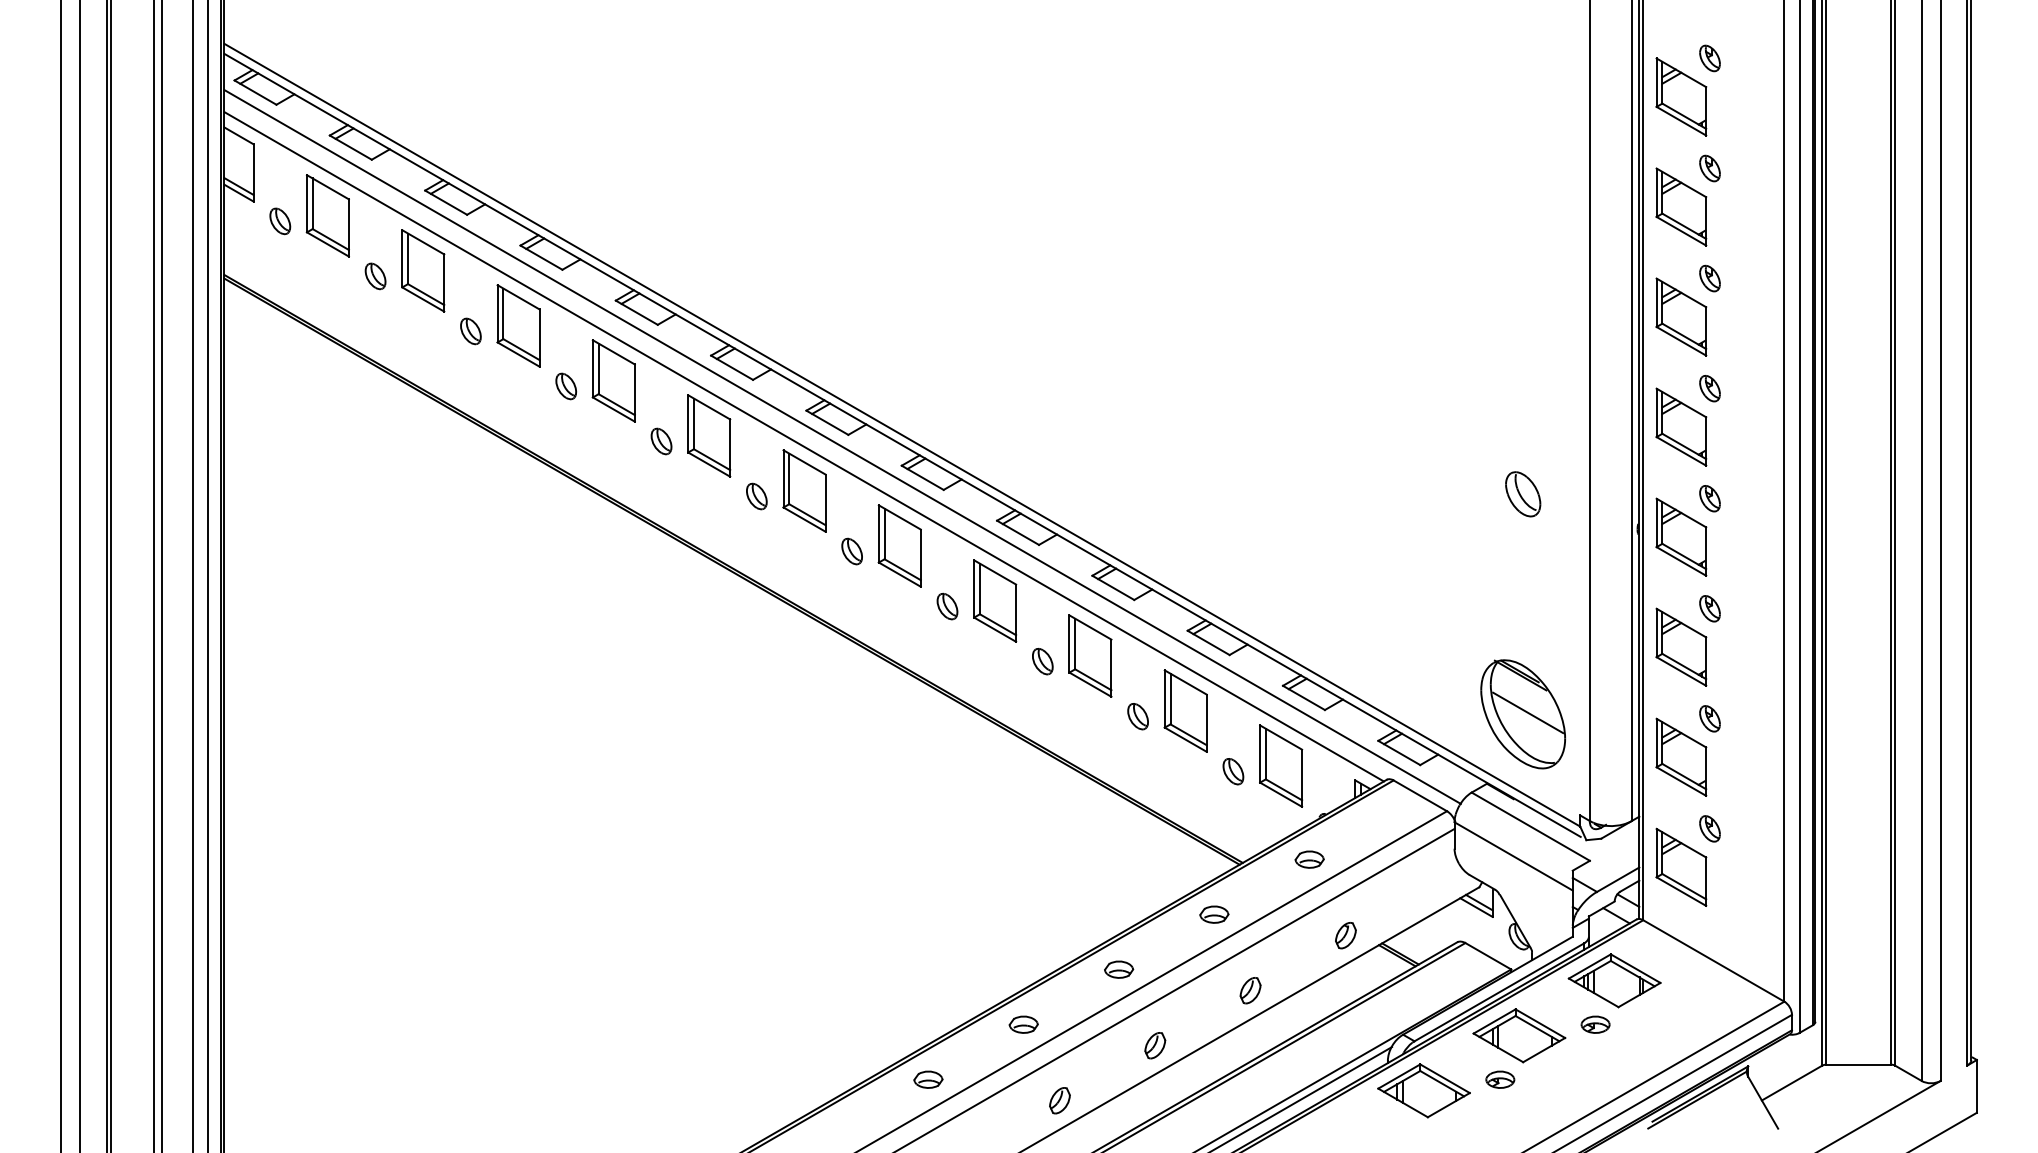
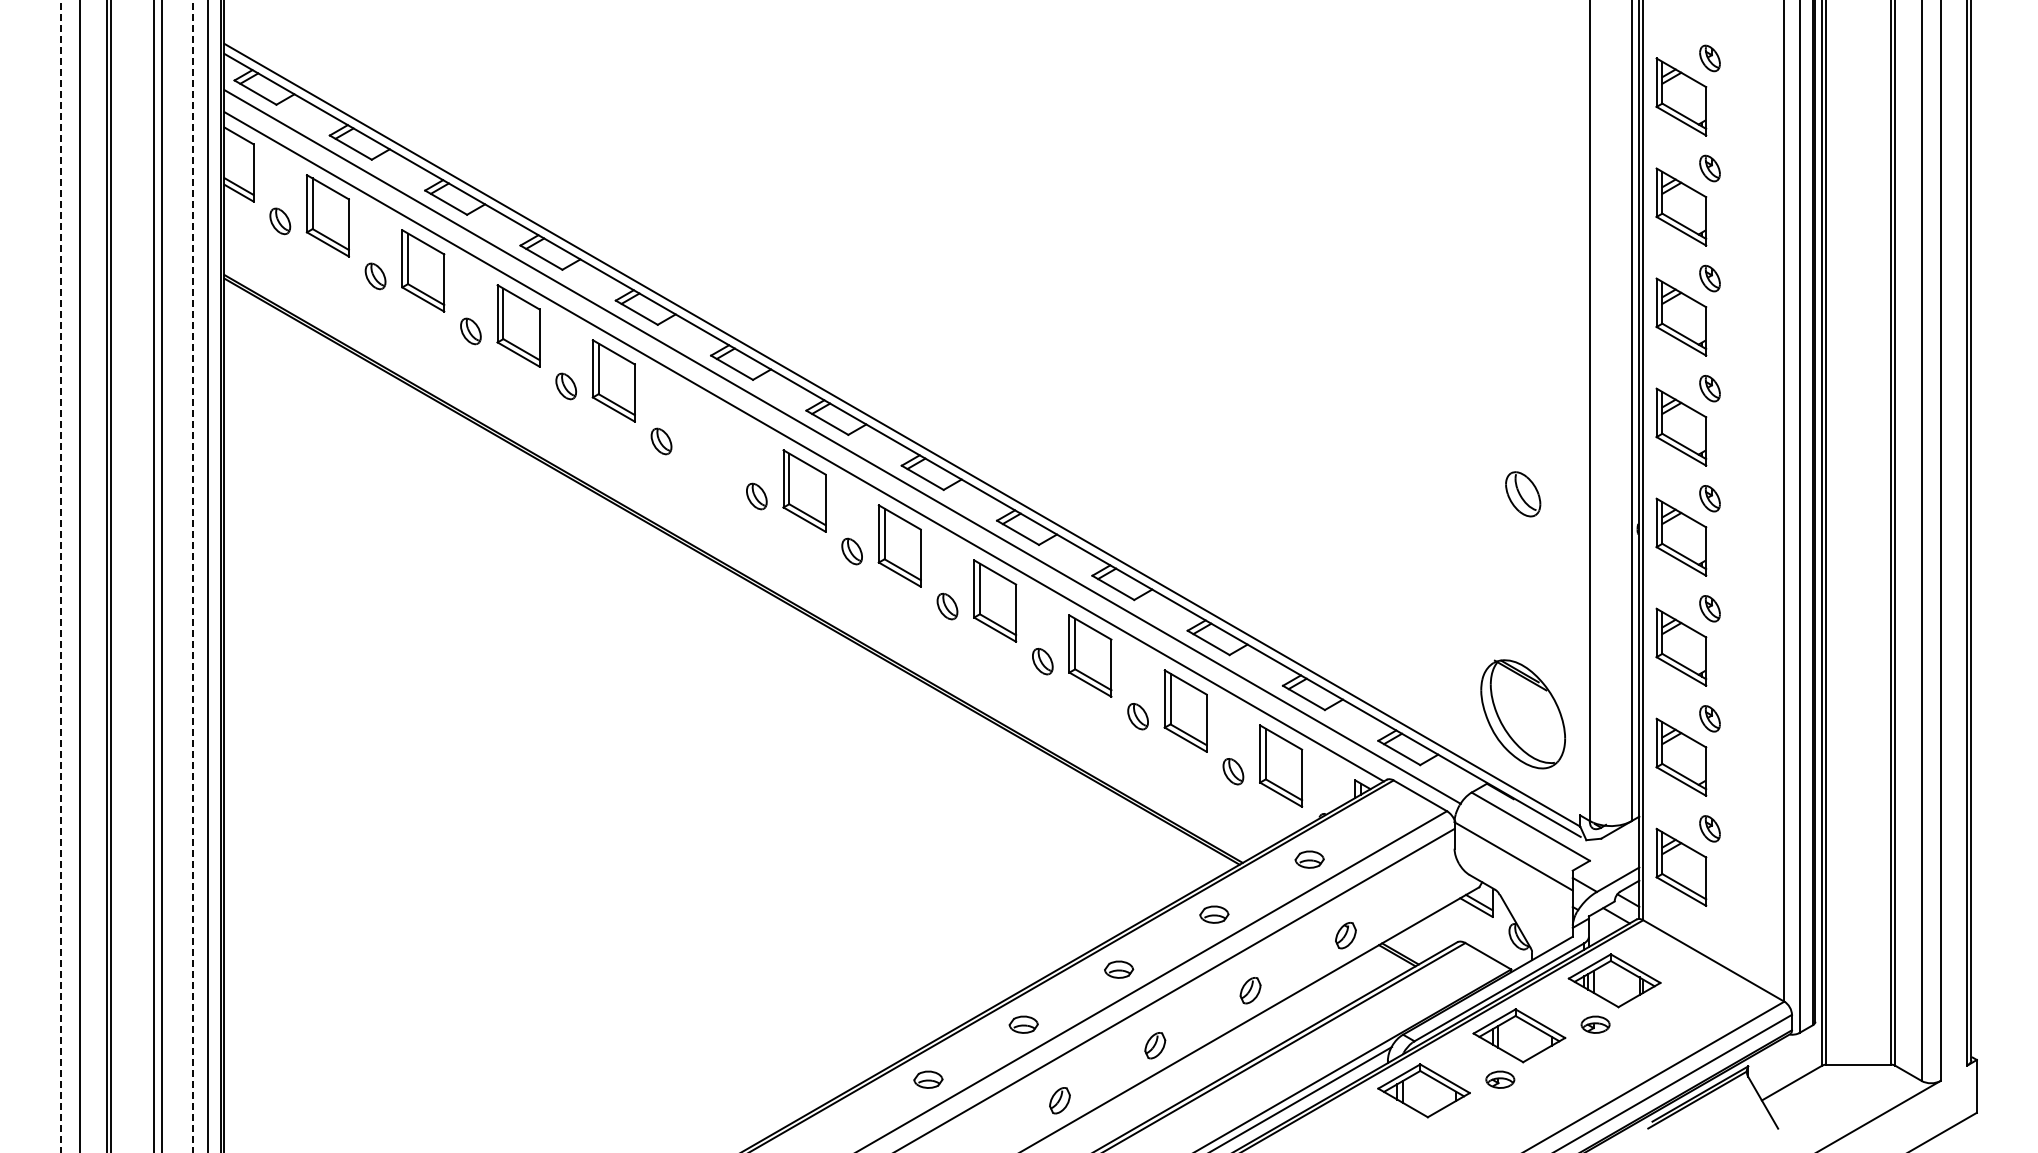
part at (709, 435): present -> none
line at (61, 576): solid -> dashed
line at (193, 576): solid -> dashed
line at (1528, 712): present -> none
